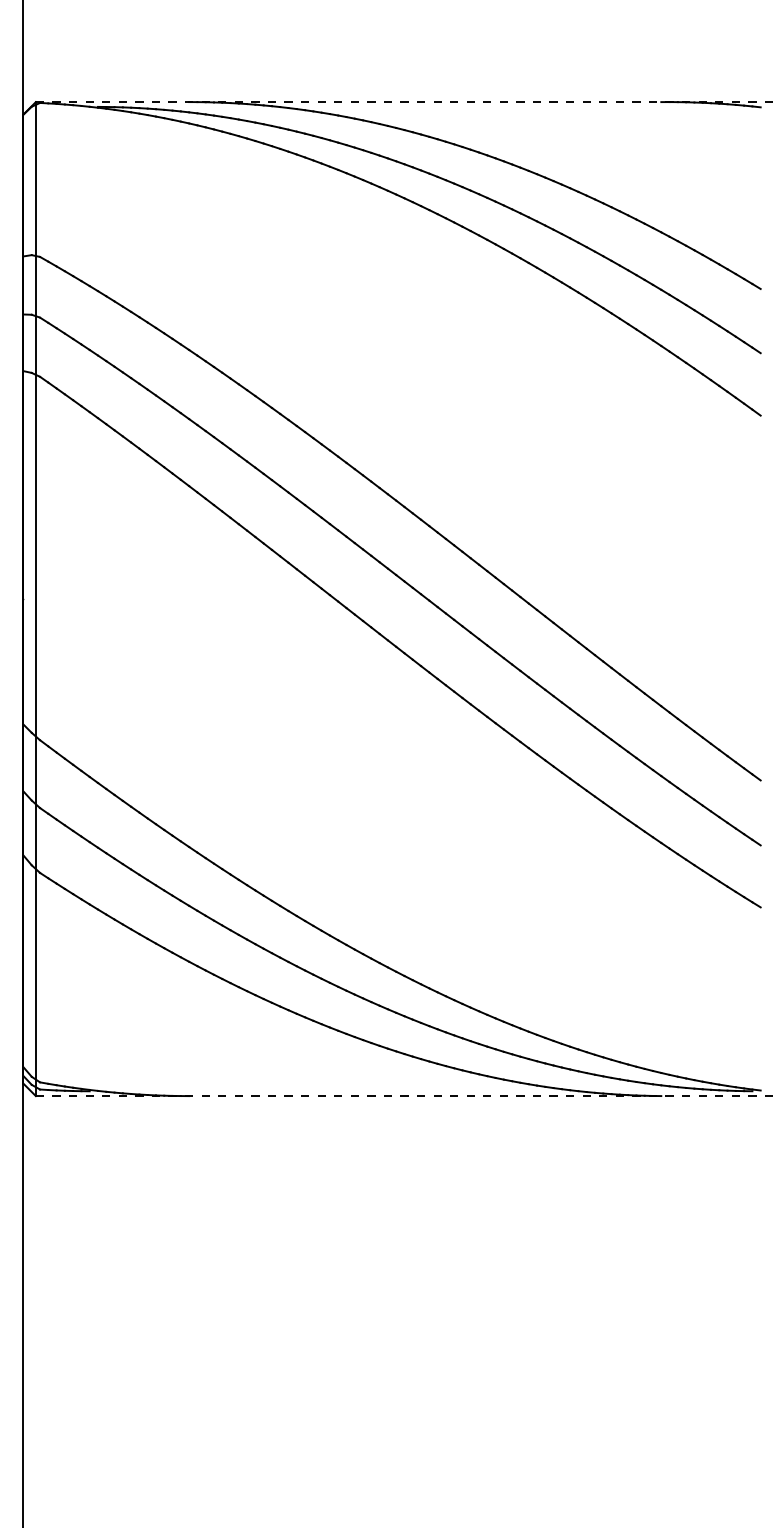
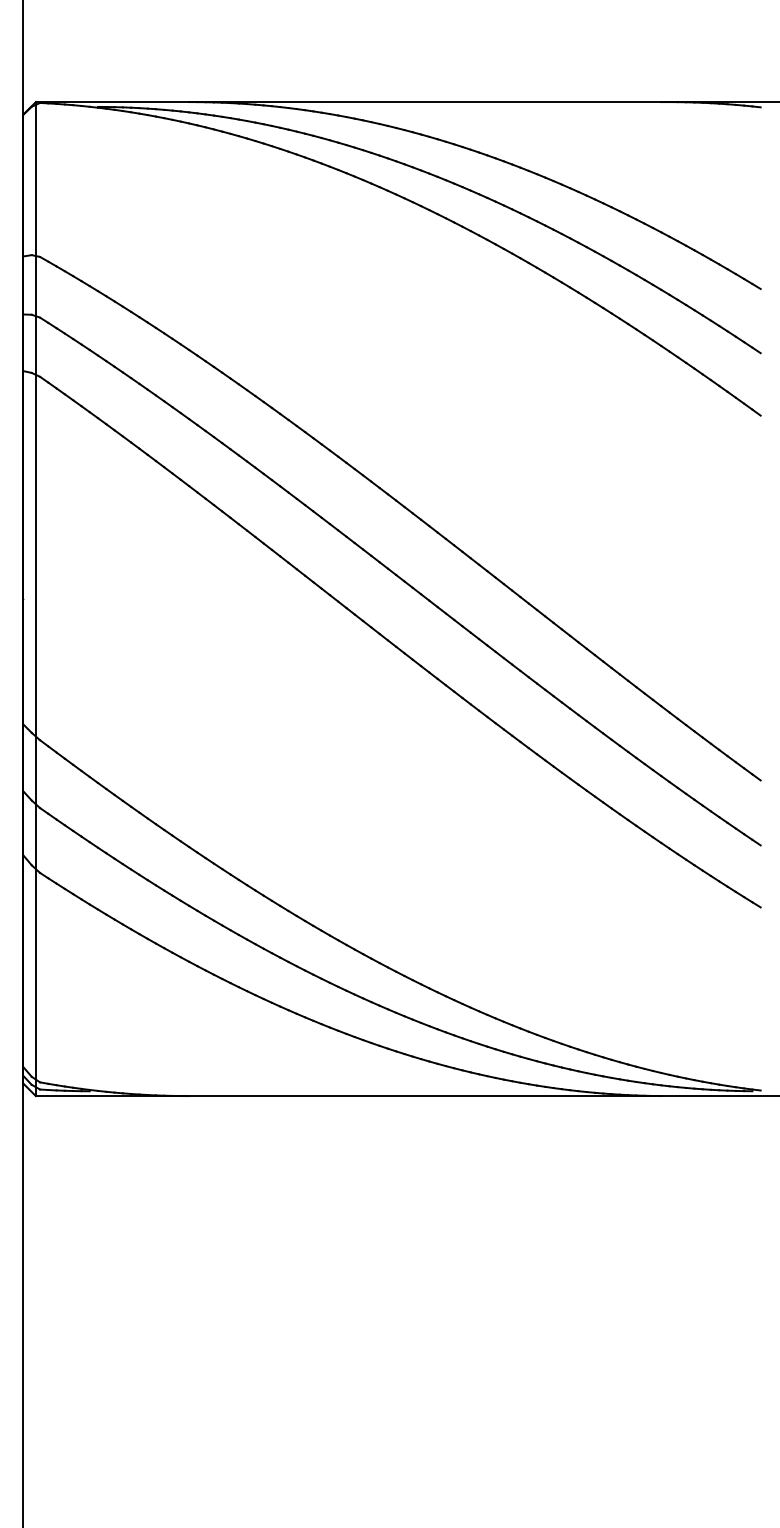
line at (407, 102): dashed -> solid
line at (407, 1096): dashed -> solid
